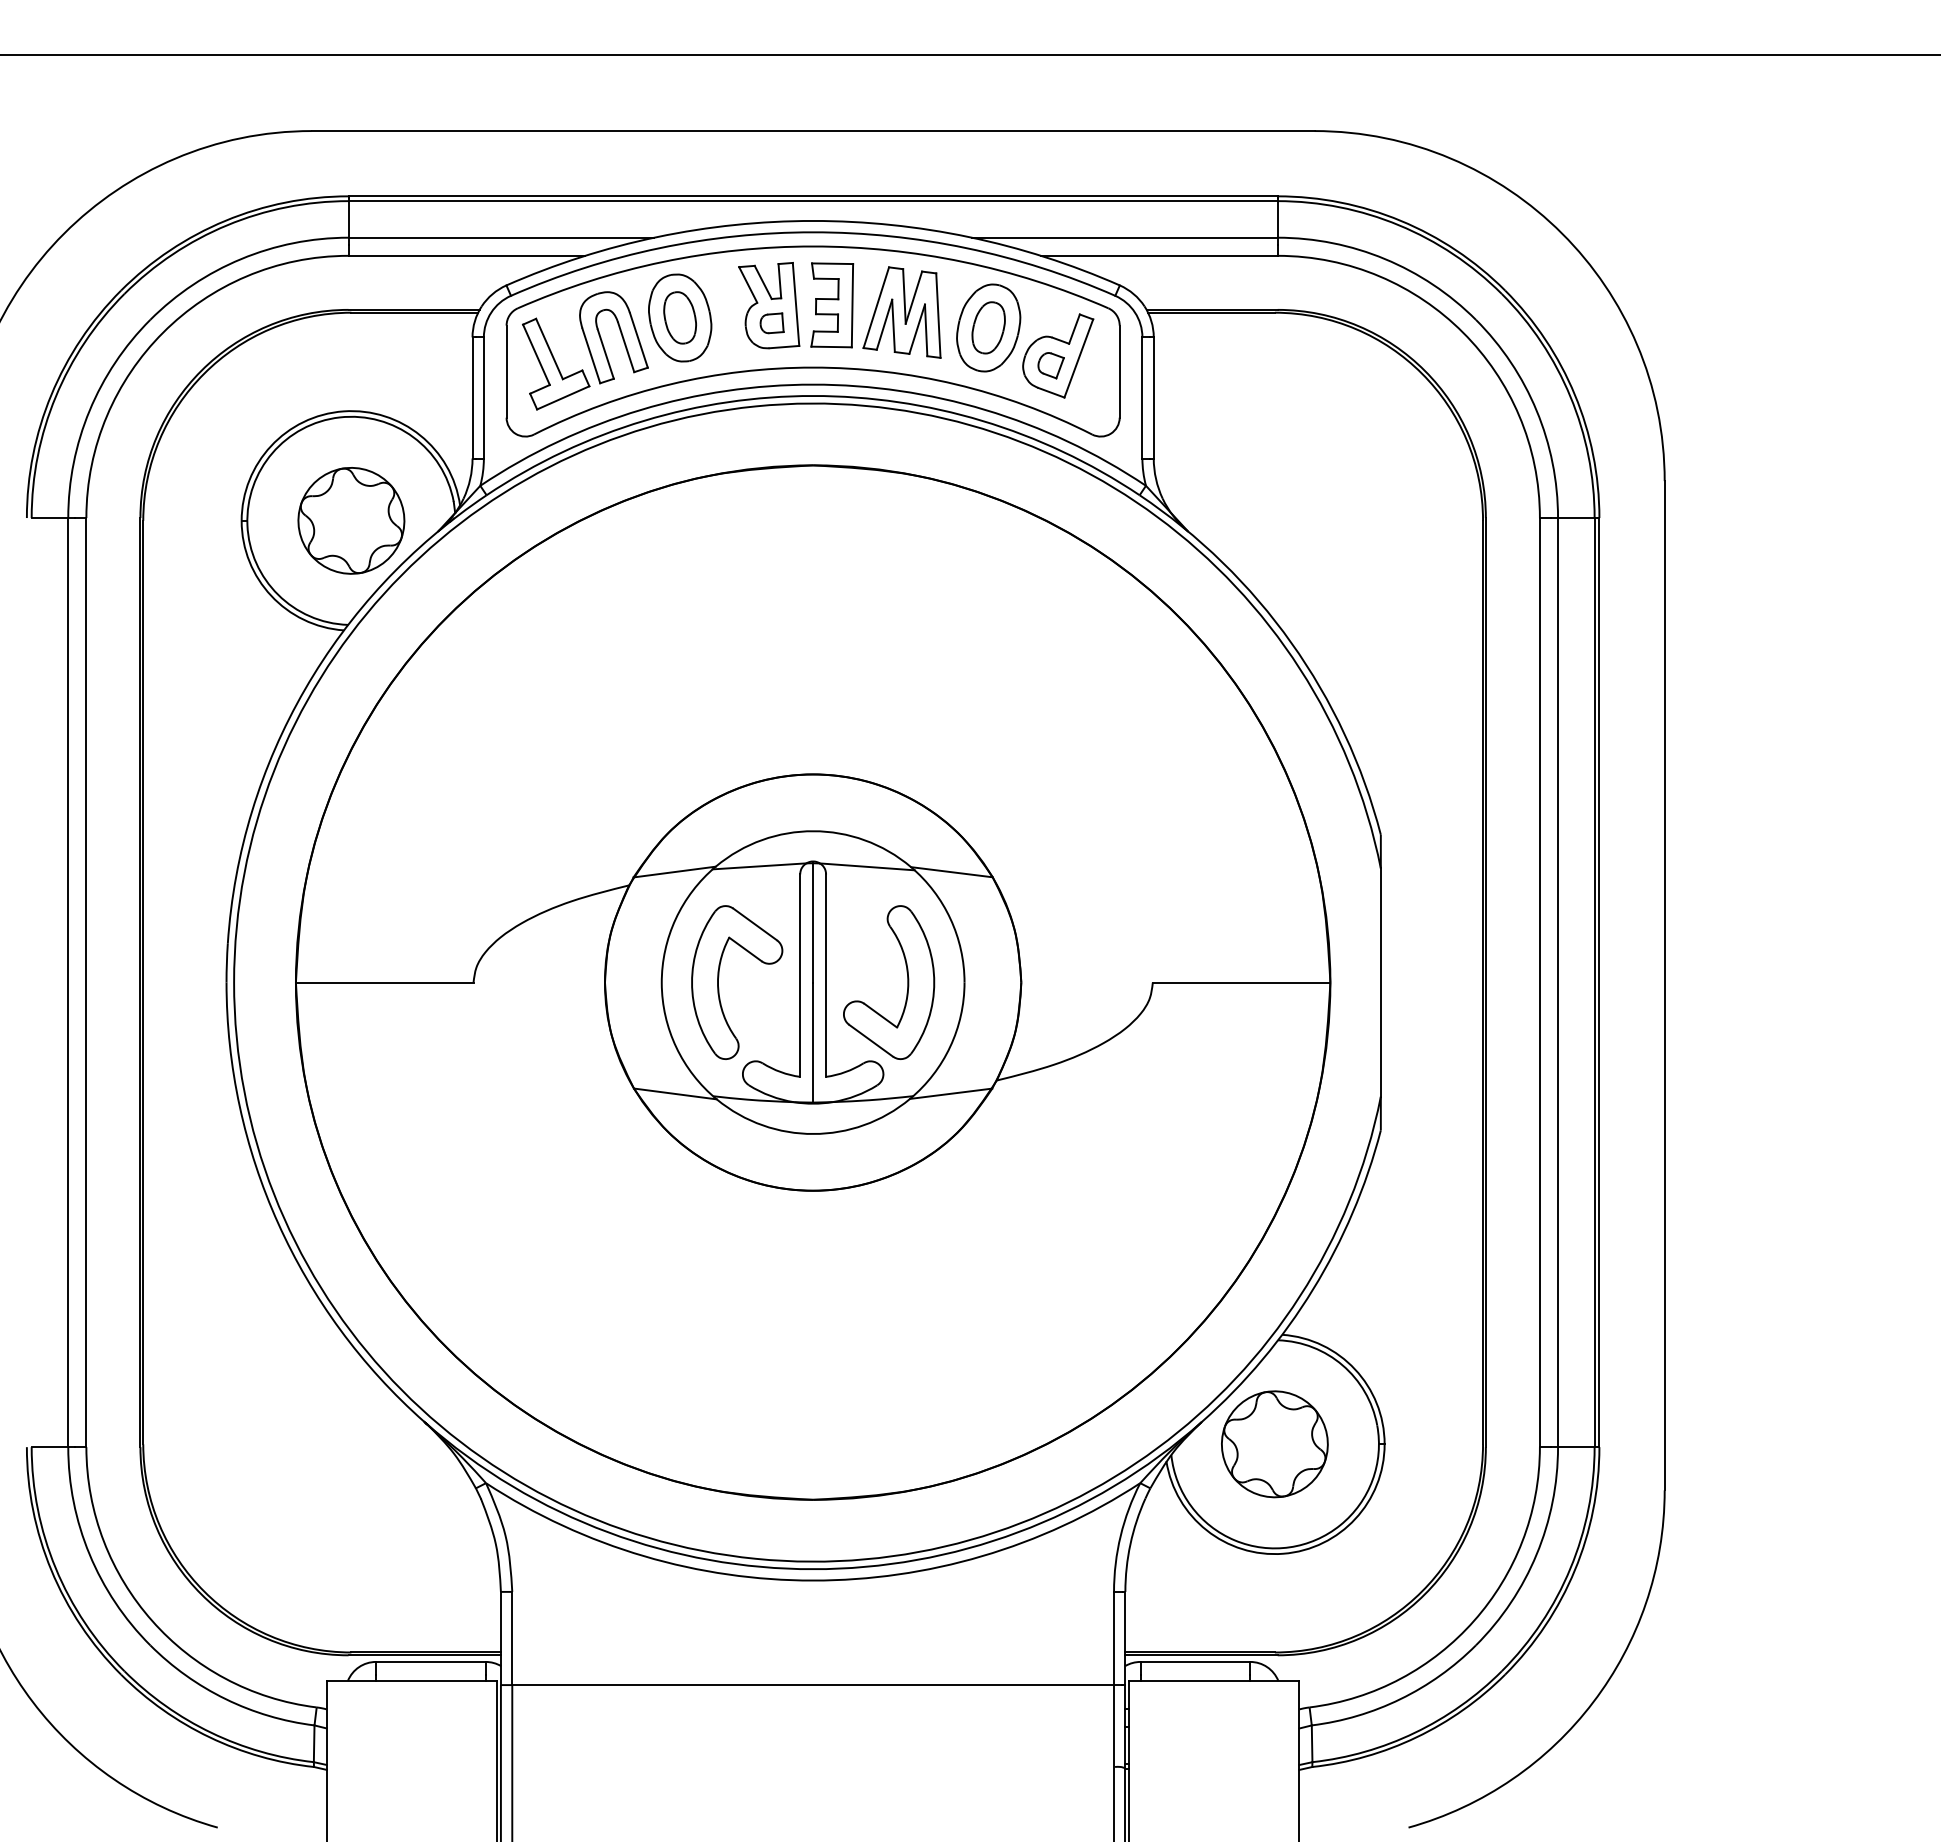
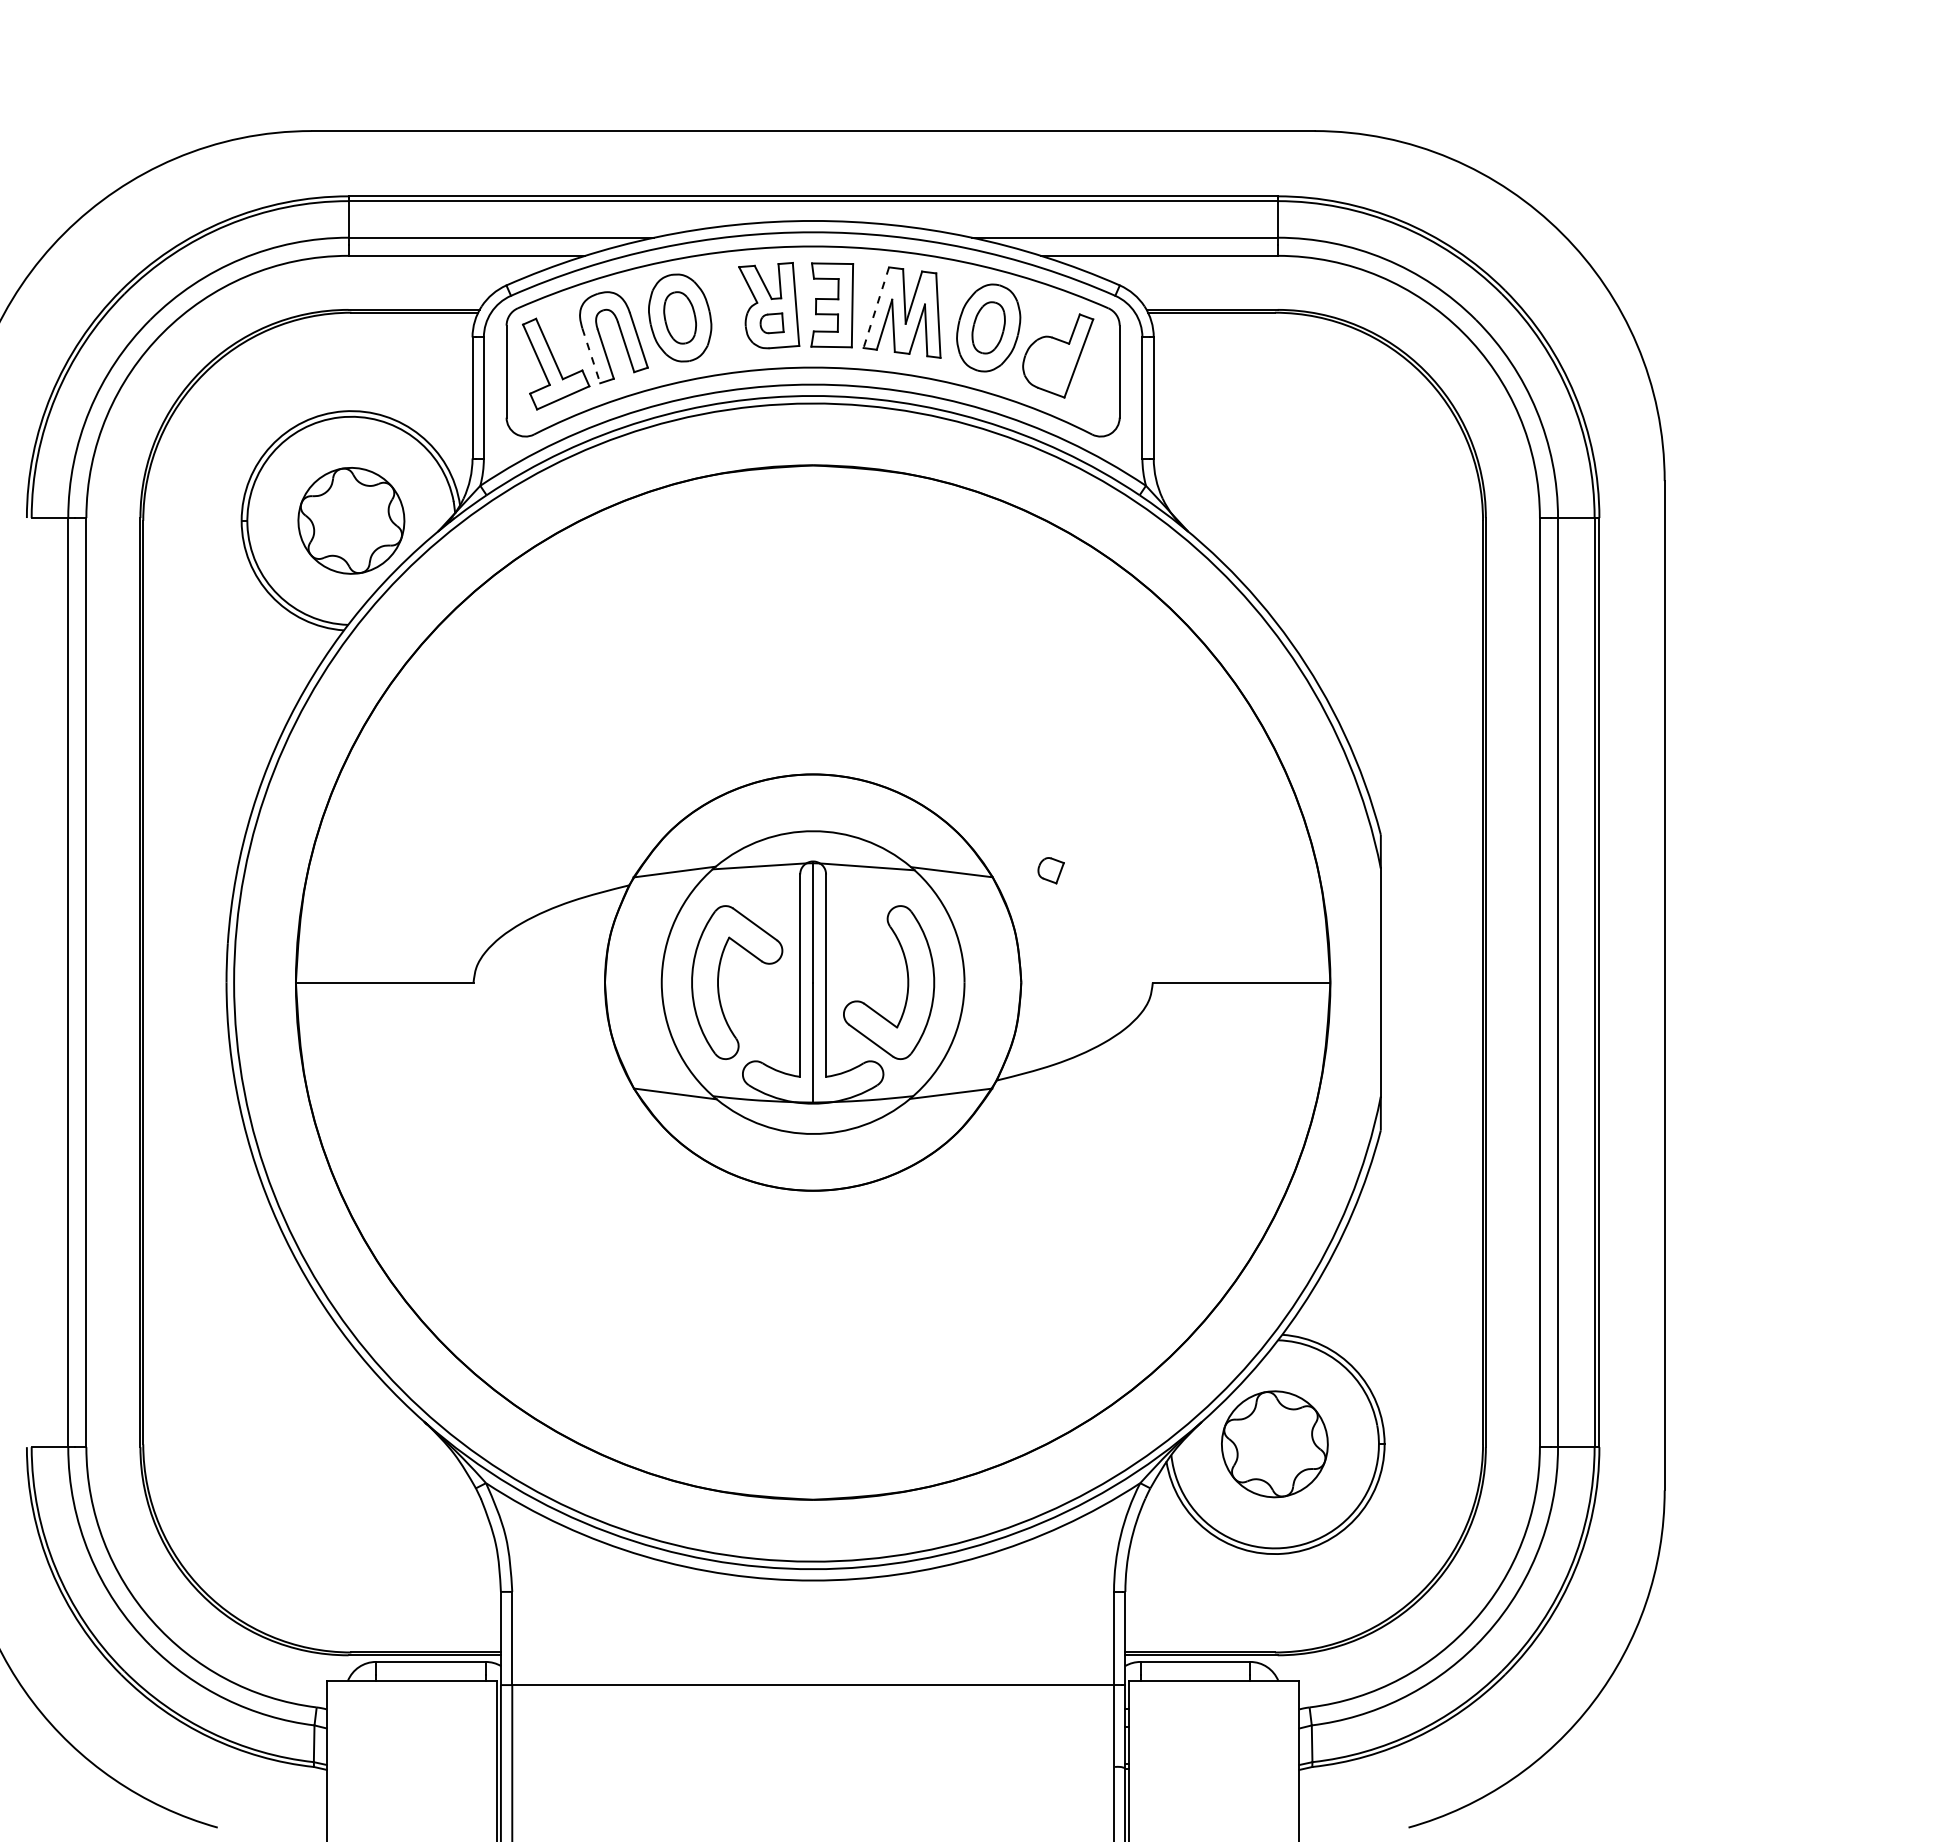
line at (969, 55): present -> none
line at (876, 308): solid -> dashed
line at (591, 355): solid -> dashed
part at (1050, 365) position: (1050, 365) -> (1050, 870)
